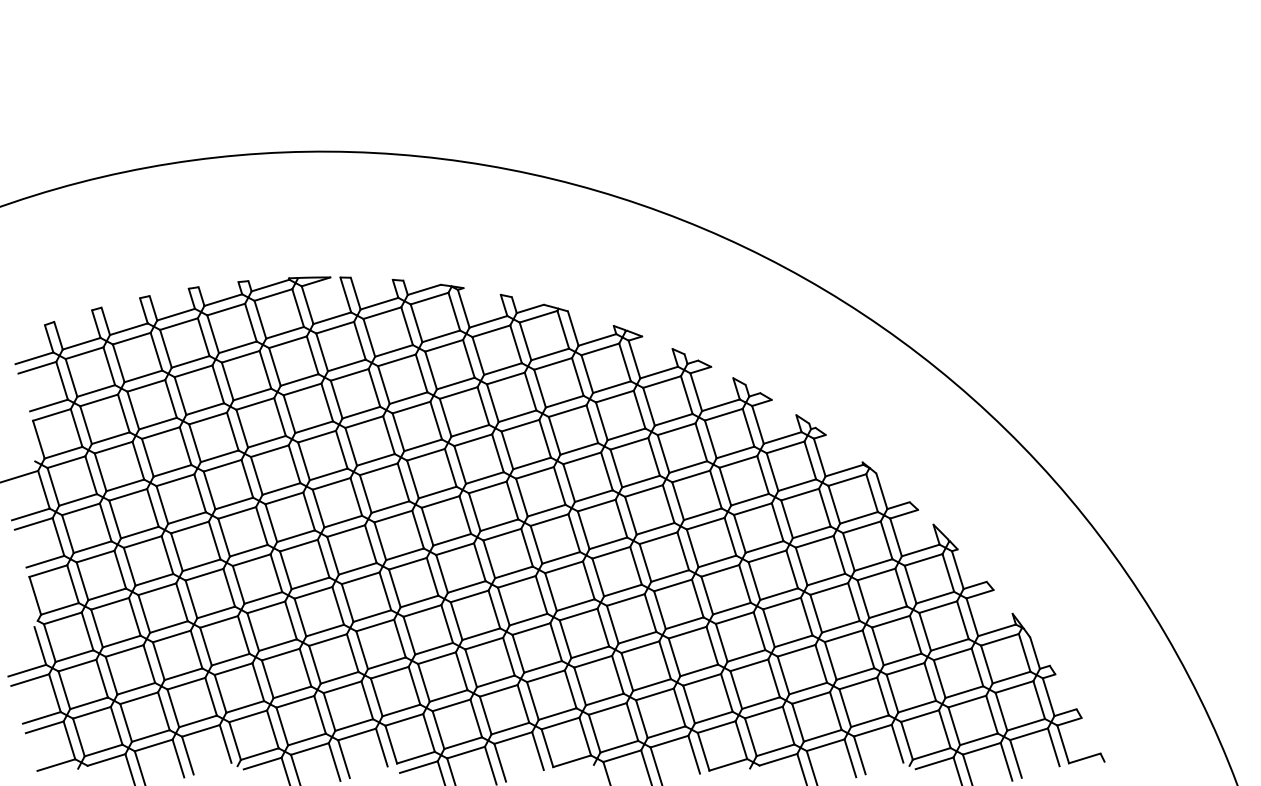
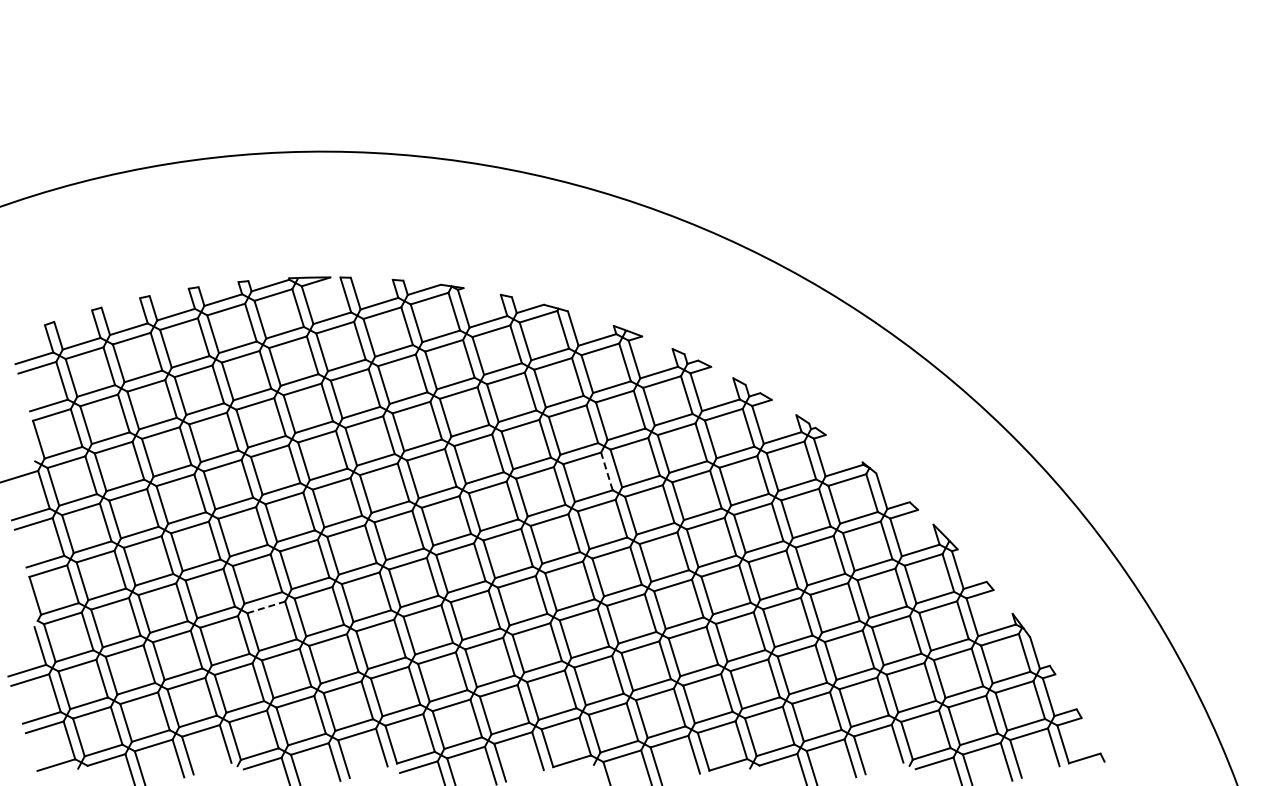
line at (606, 471): solid -> dashed
line at (266, 607): solid -> dashed
